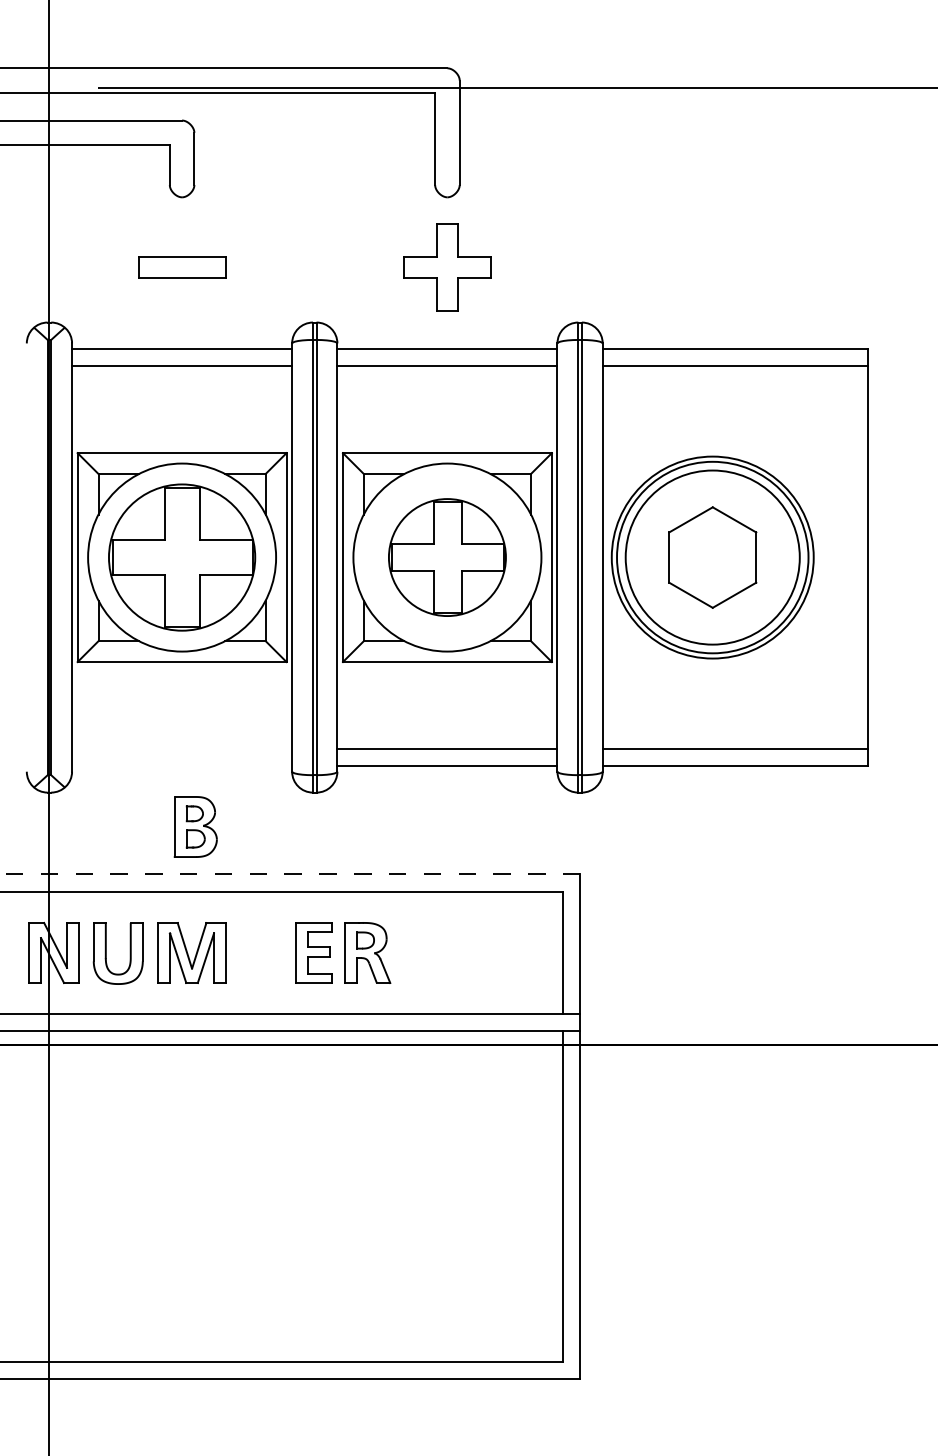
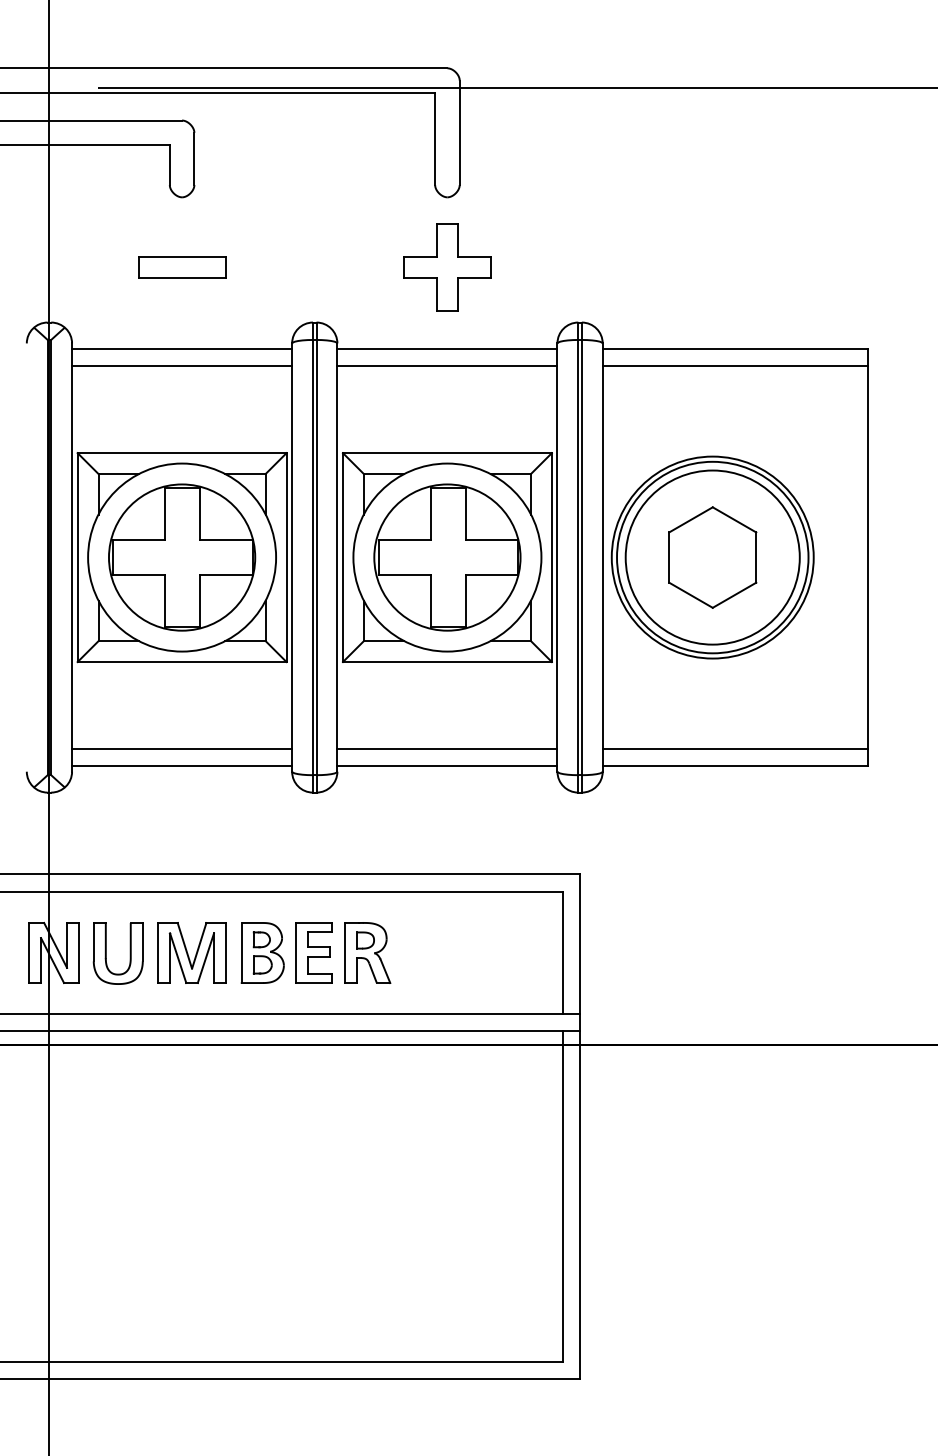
part at (447, 557) size: 119x119 px -> 149x149 px
line at (182, 749): none -> present
line at (182, 766): none -> present
part at (195, 826) position: (195, 826) -> (262, 952)
line at (290, 874): dashed -> solid
